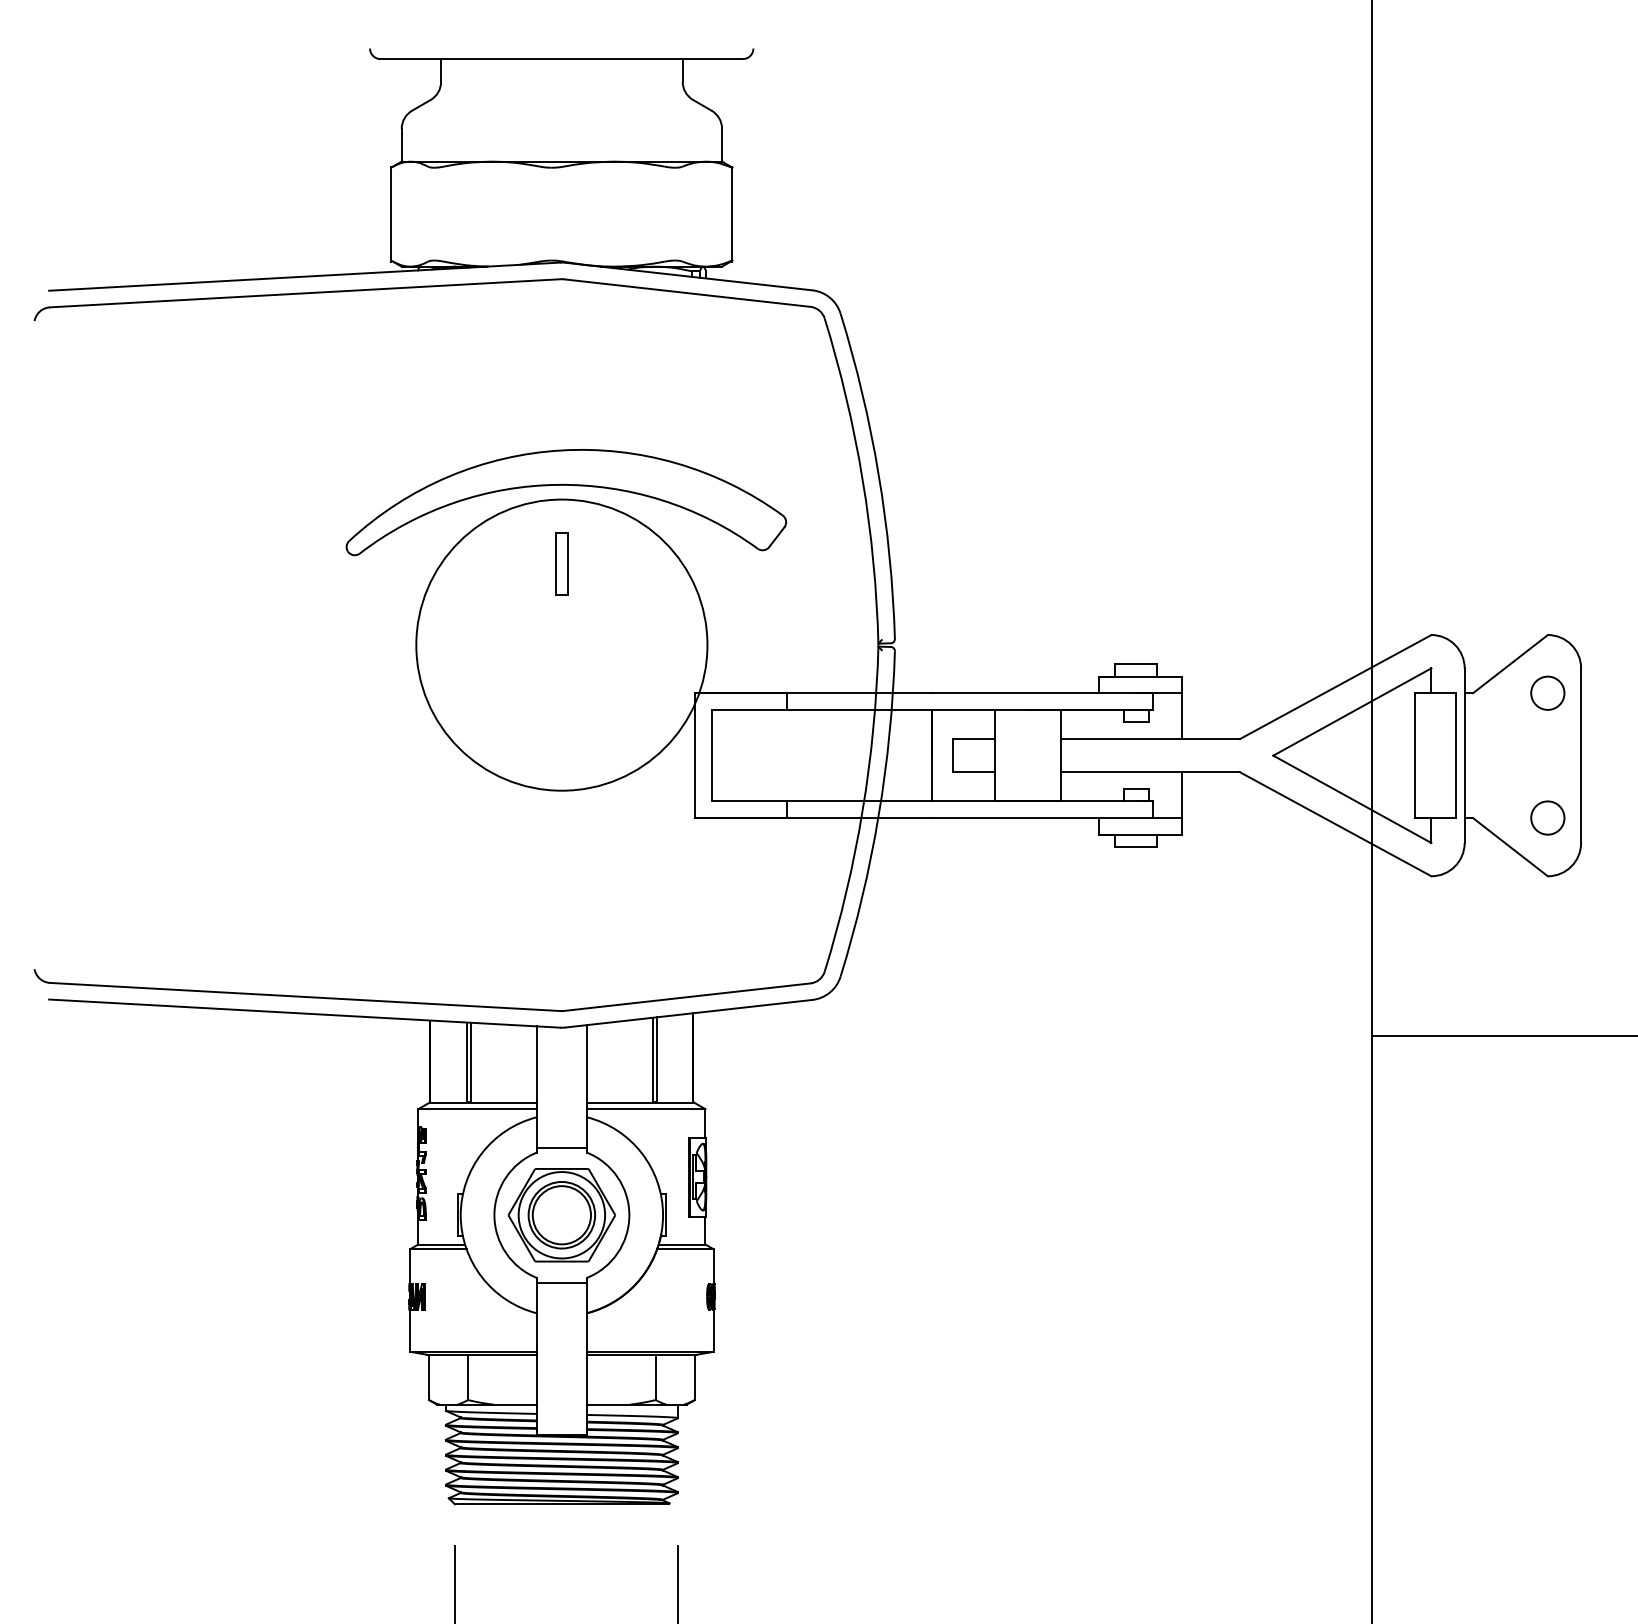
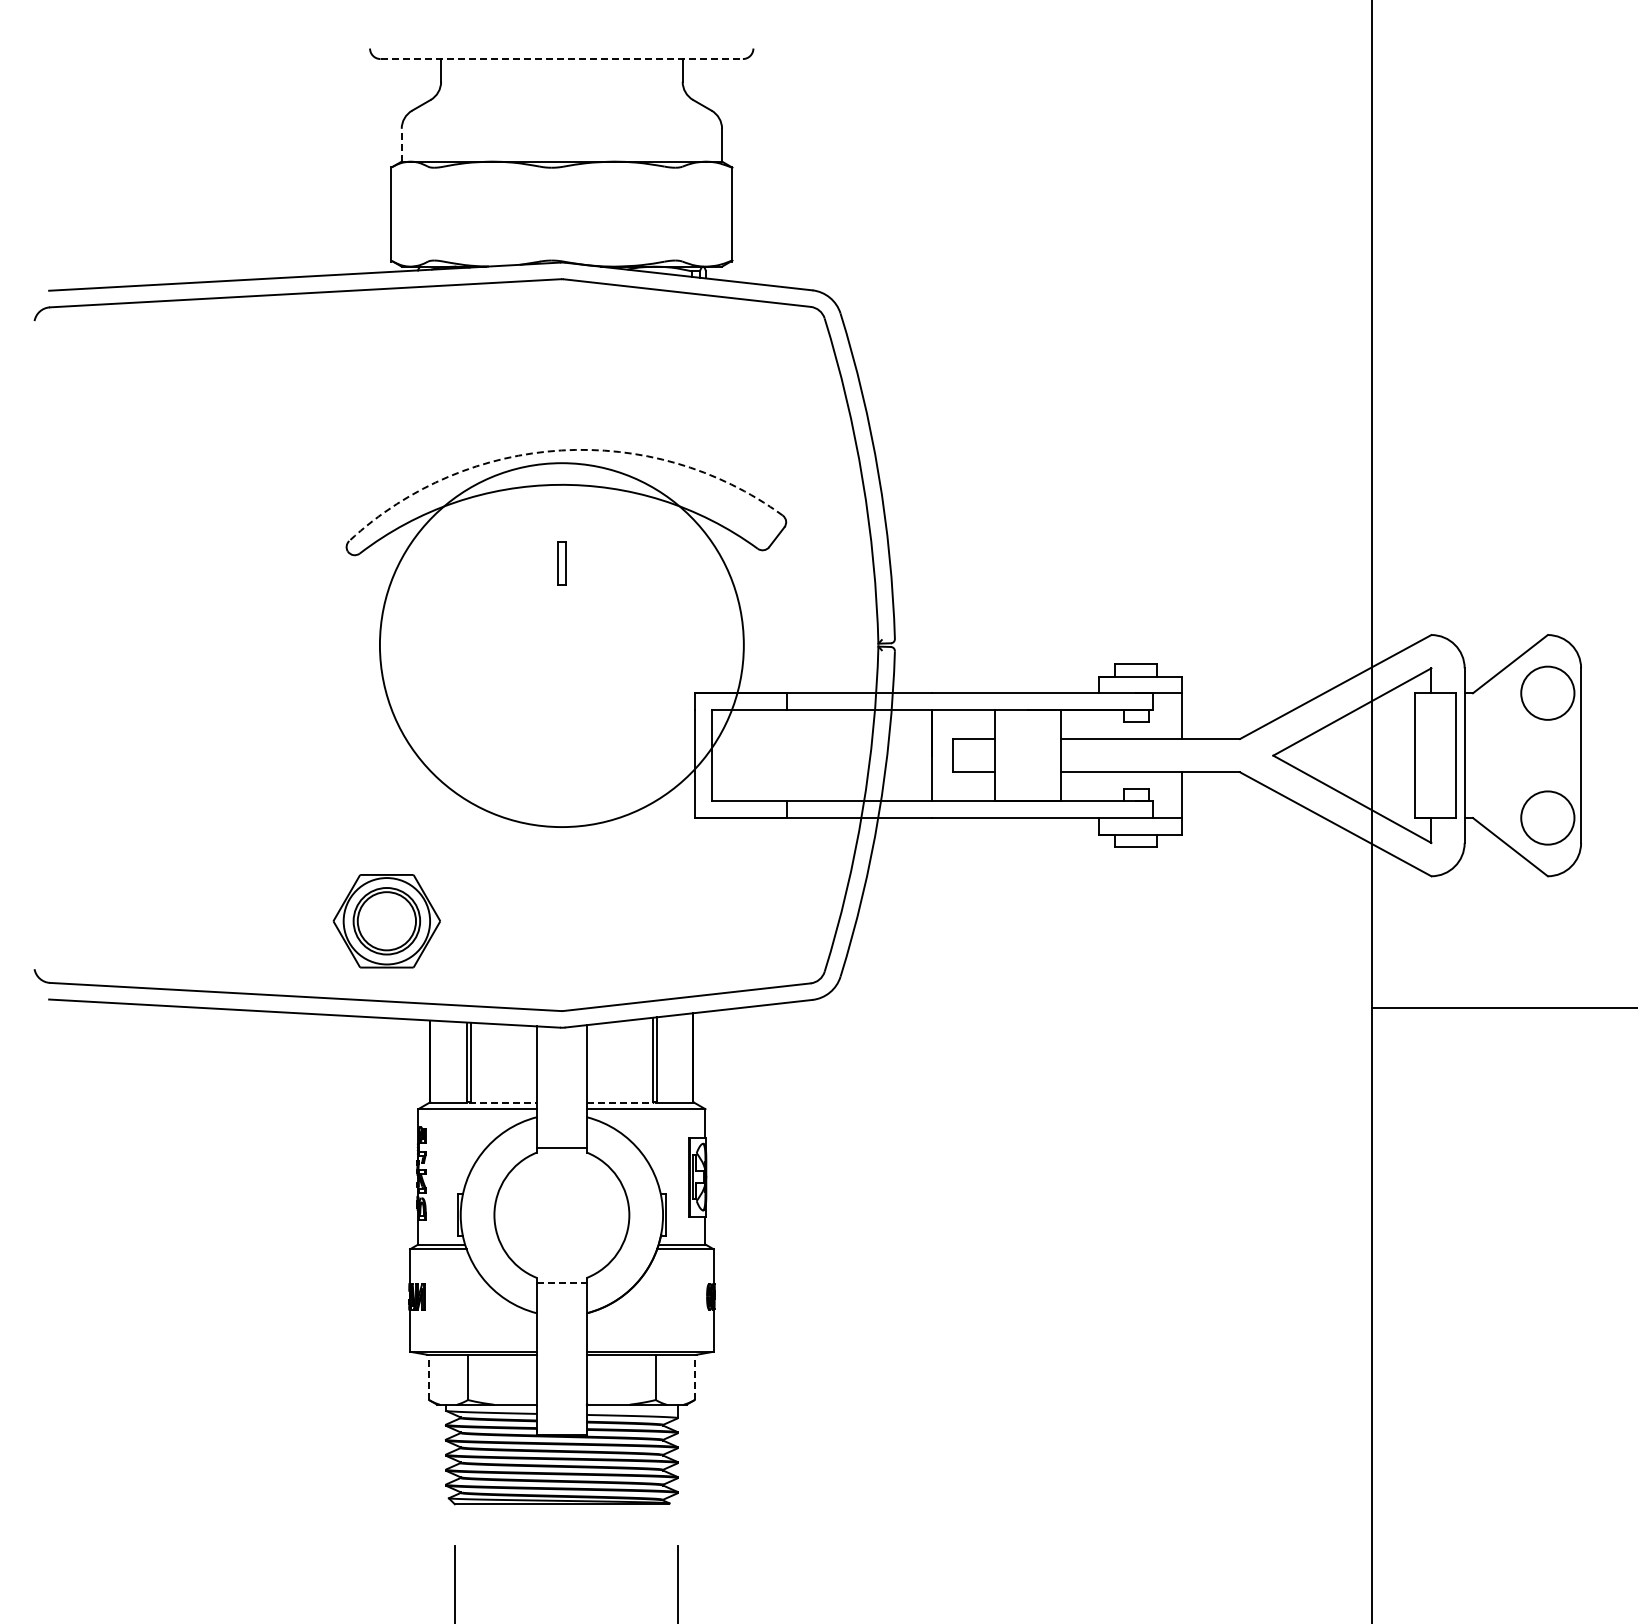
line at (562, 59): solid -> dashed
line at (401, 144): solid -> dashed
arc at (561, 450): solid -> dashed
part at (561, 563) size: 14x64 px -> 10x45 px
circle at (561, 644) diameter: 291 px -> 364 px
circle at (1547, 692) diameter: 33 px -> 53 px
circle at (1547, 817) diameter: 33 px -> 53 px
line at (1503, 1036) position: (1503, 1036) -> (1503, 1008)
line at (503, 1102): solid -> dashed
line at (620, 1102): solid -> dashed
part at (561, 1215) position: (561, 1215) -> (386, 921)
line at (561, 1282): solid -> dashed
line at (429, 1377): solid -> dashed
line at (694, 1377): solid -> dashed
